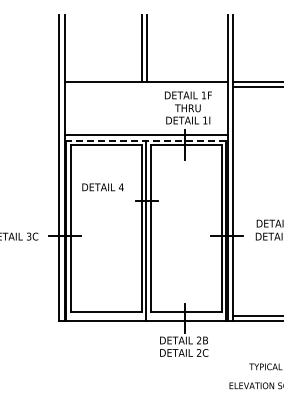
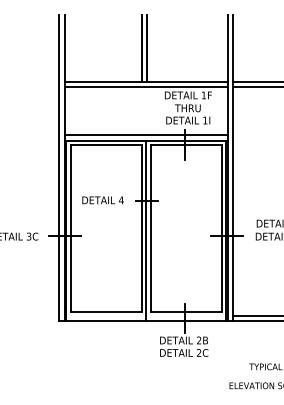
line at (145, 87): none -> present
line at (146, 140): dashed -> solid
text at (102, 187) position: (102, 187) -> (102, 200)
